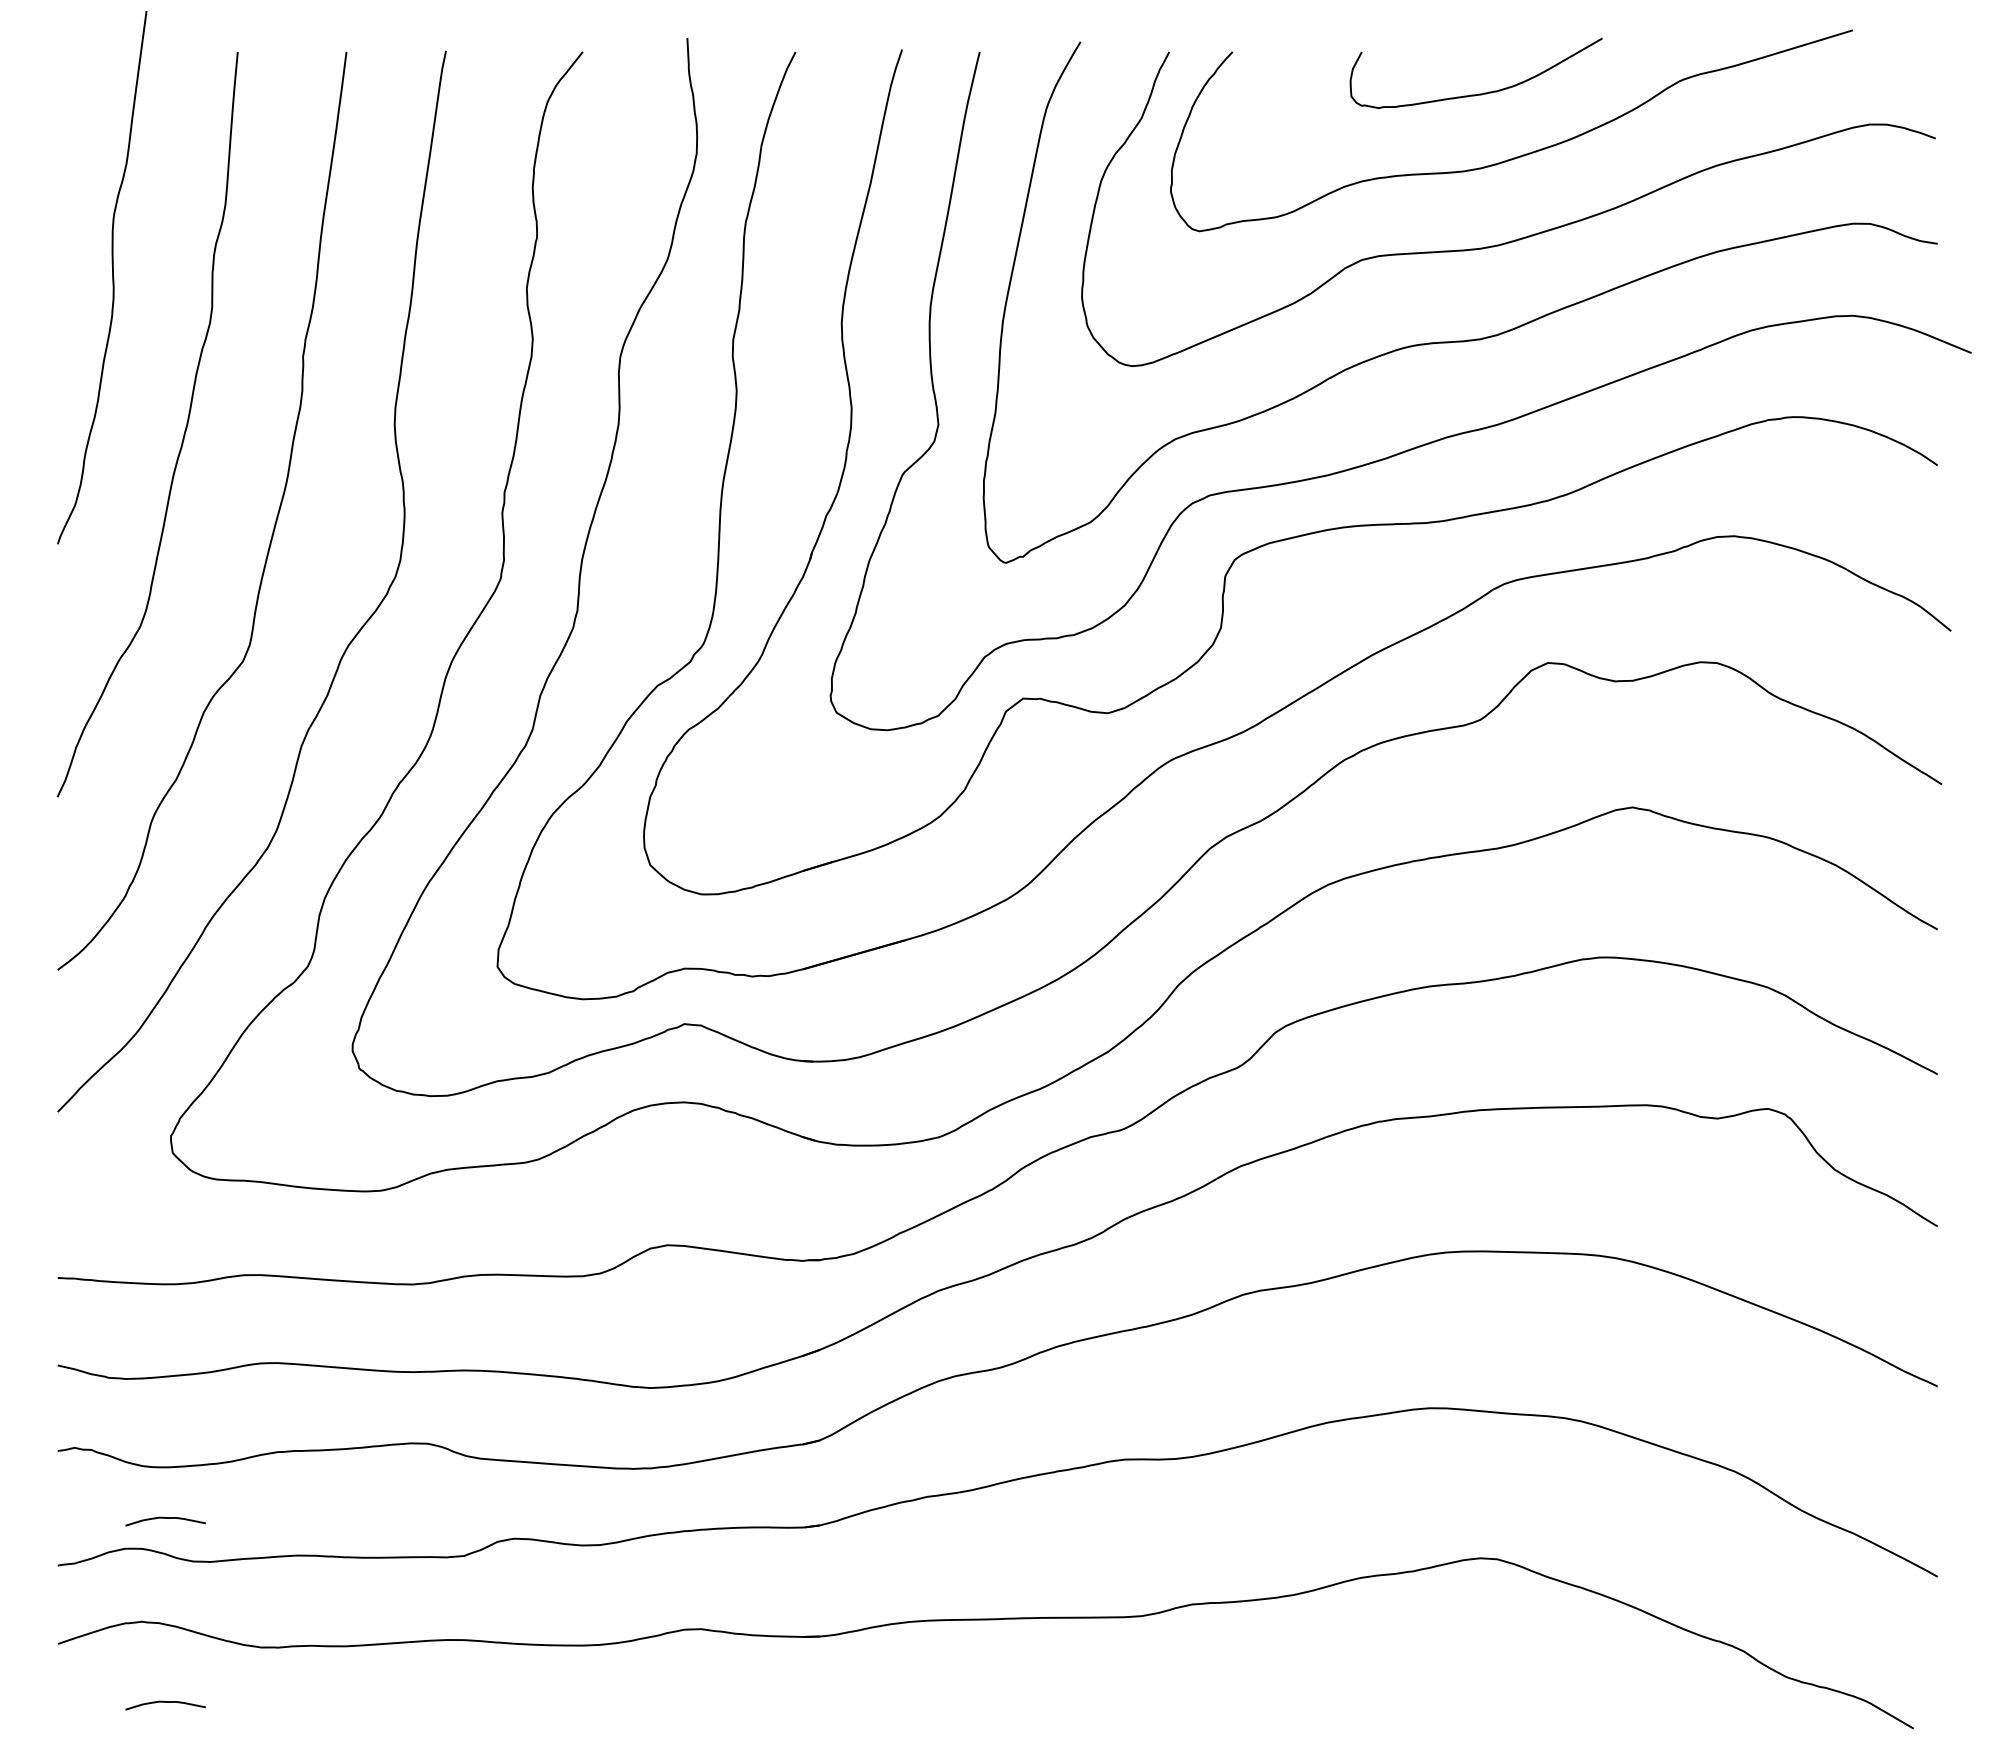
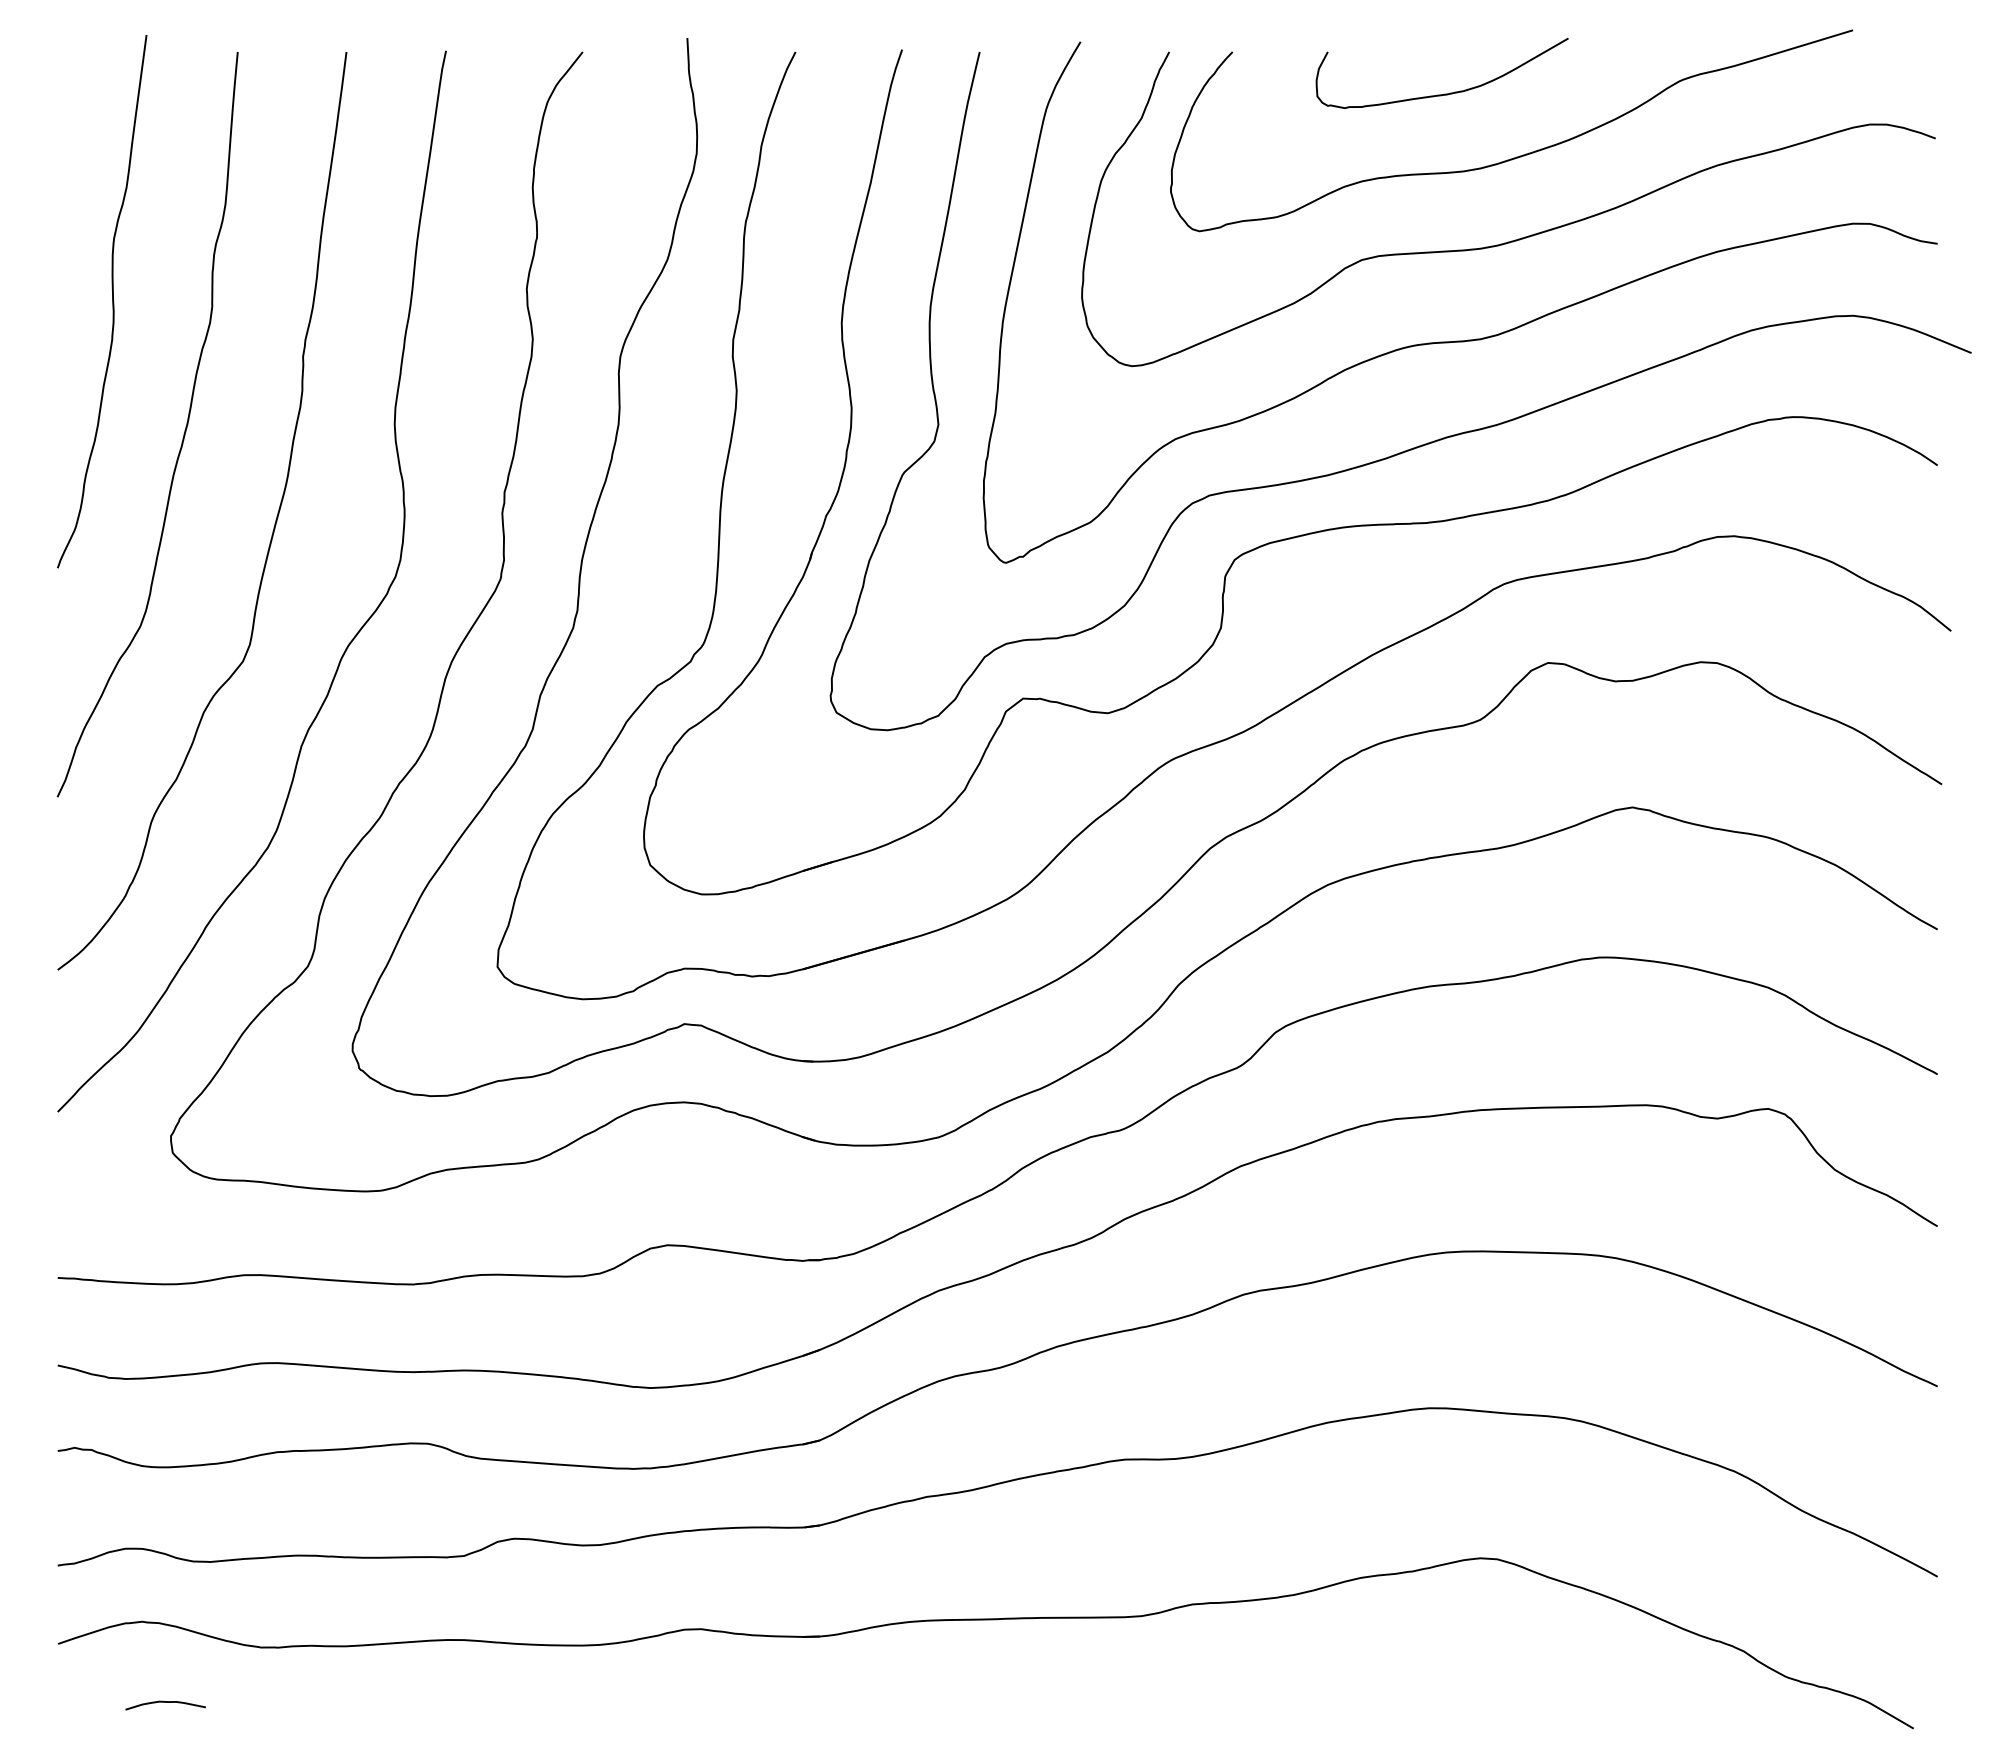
curve at (1478, 93) position: (1478, 93) -> (1444, 93)
curve at (112, 277) position: (112, 277) -> (112, 301)
curve at (165, 1518): present -> none
